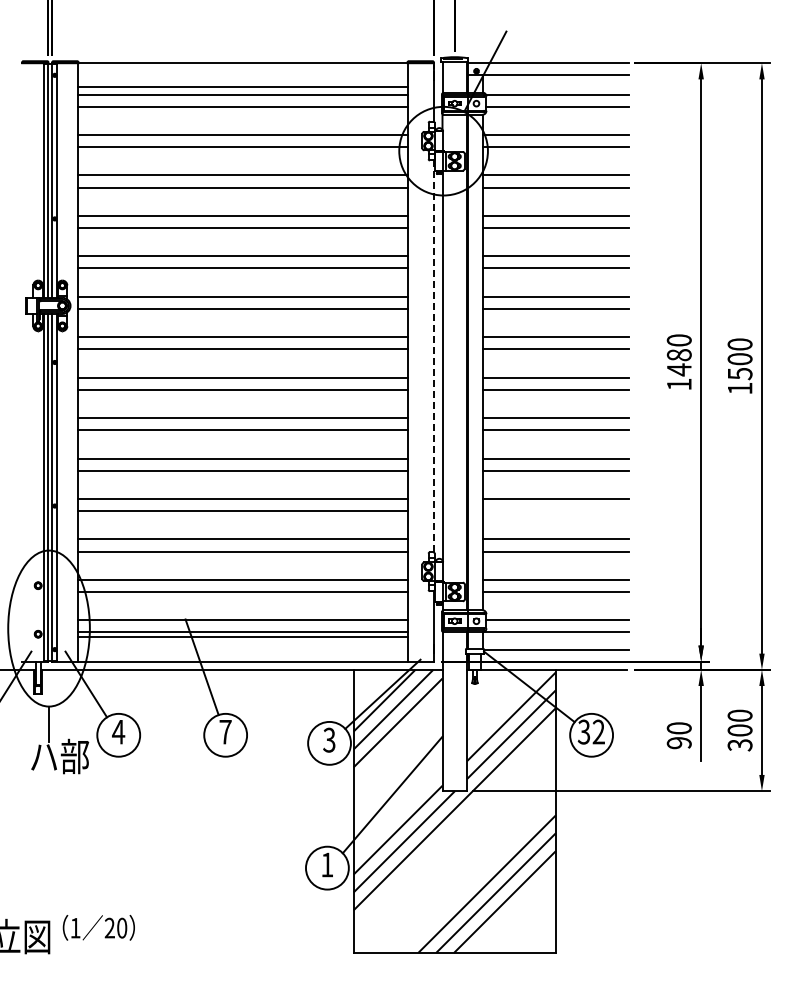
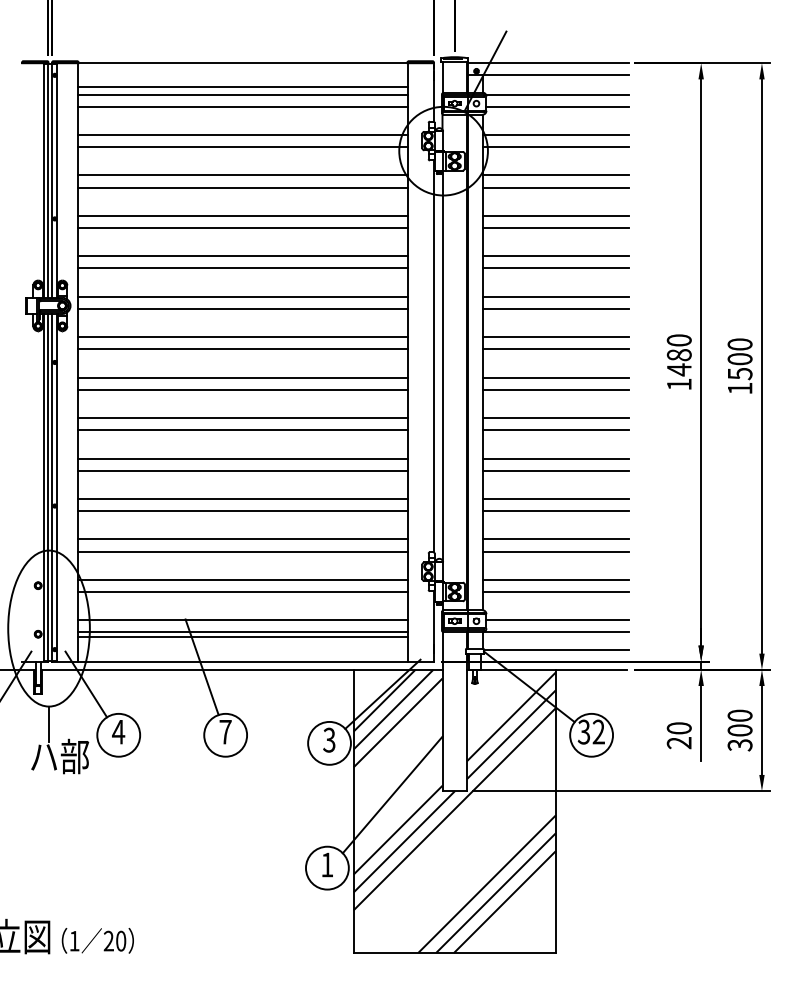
line at (433, 356): dashed -> solid
line at (555, 511): none -> present
text at (679, 743): 90 -> 20
text at (98, 927) position: (98, 927) -> (97, 940)
